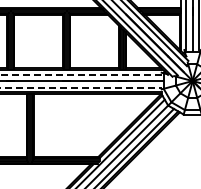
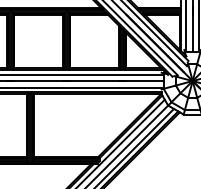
line at (81, 74): dashed -> solid
line at (81, 87): dashed -> solid
